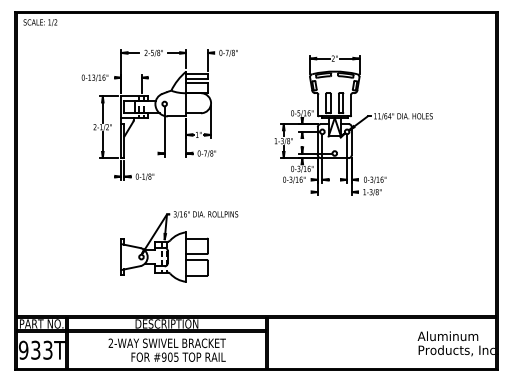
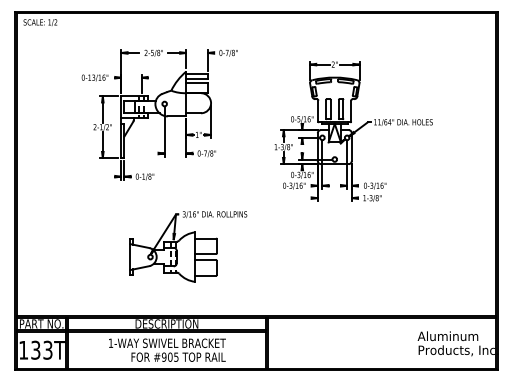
part at (353, 125) position: (353, 125) -> (353, 131)
part at (179, 246) position: (179, 246) -> (188, 246)
text at (110, 342): 2-WAY -> 1-WAY
text at (23, 349): 933T -> 133T
